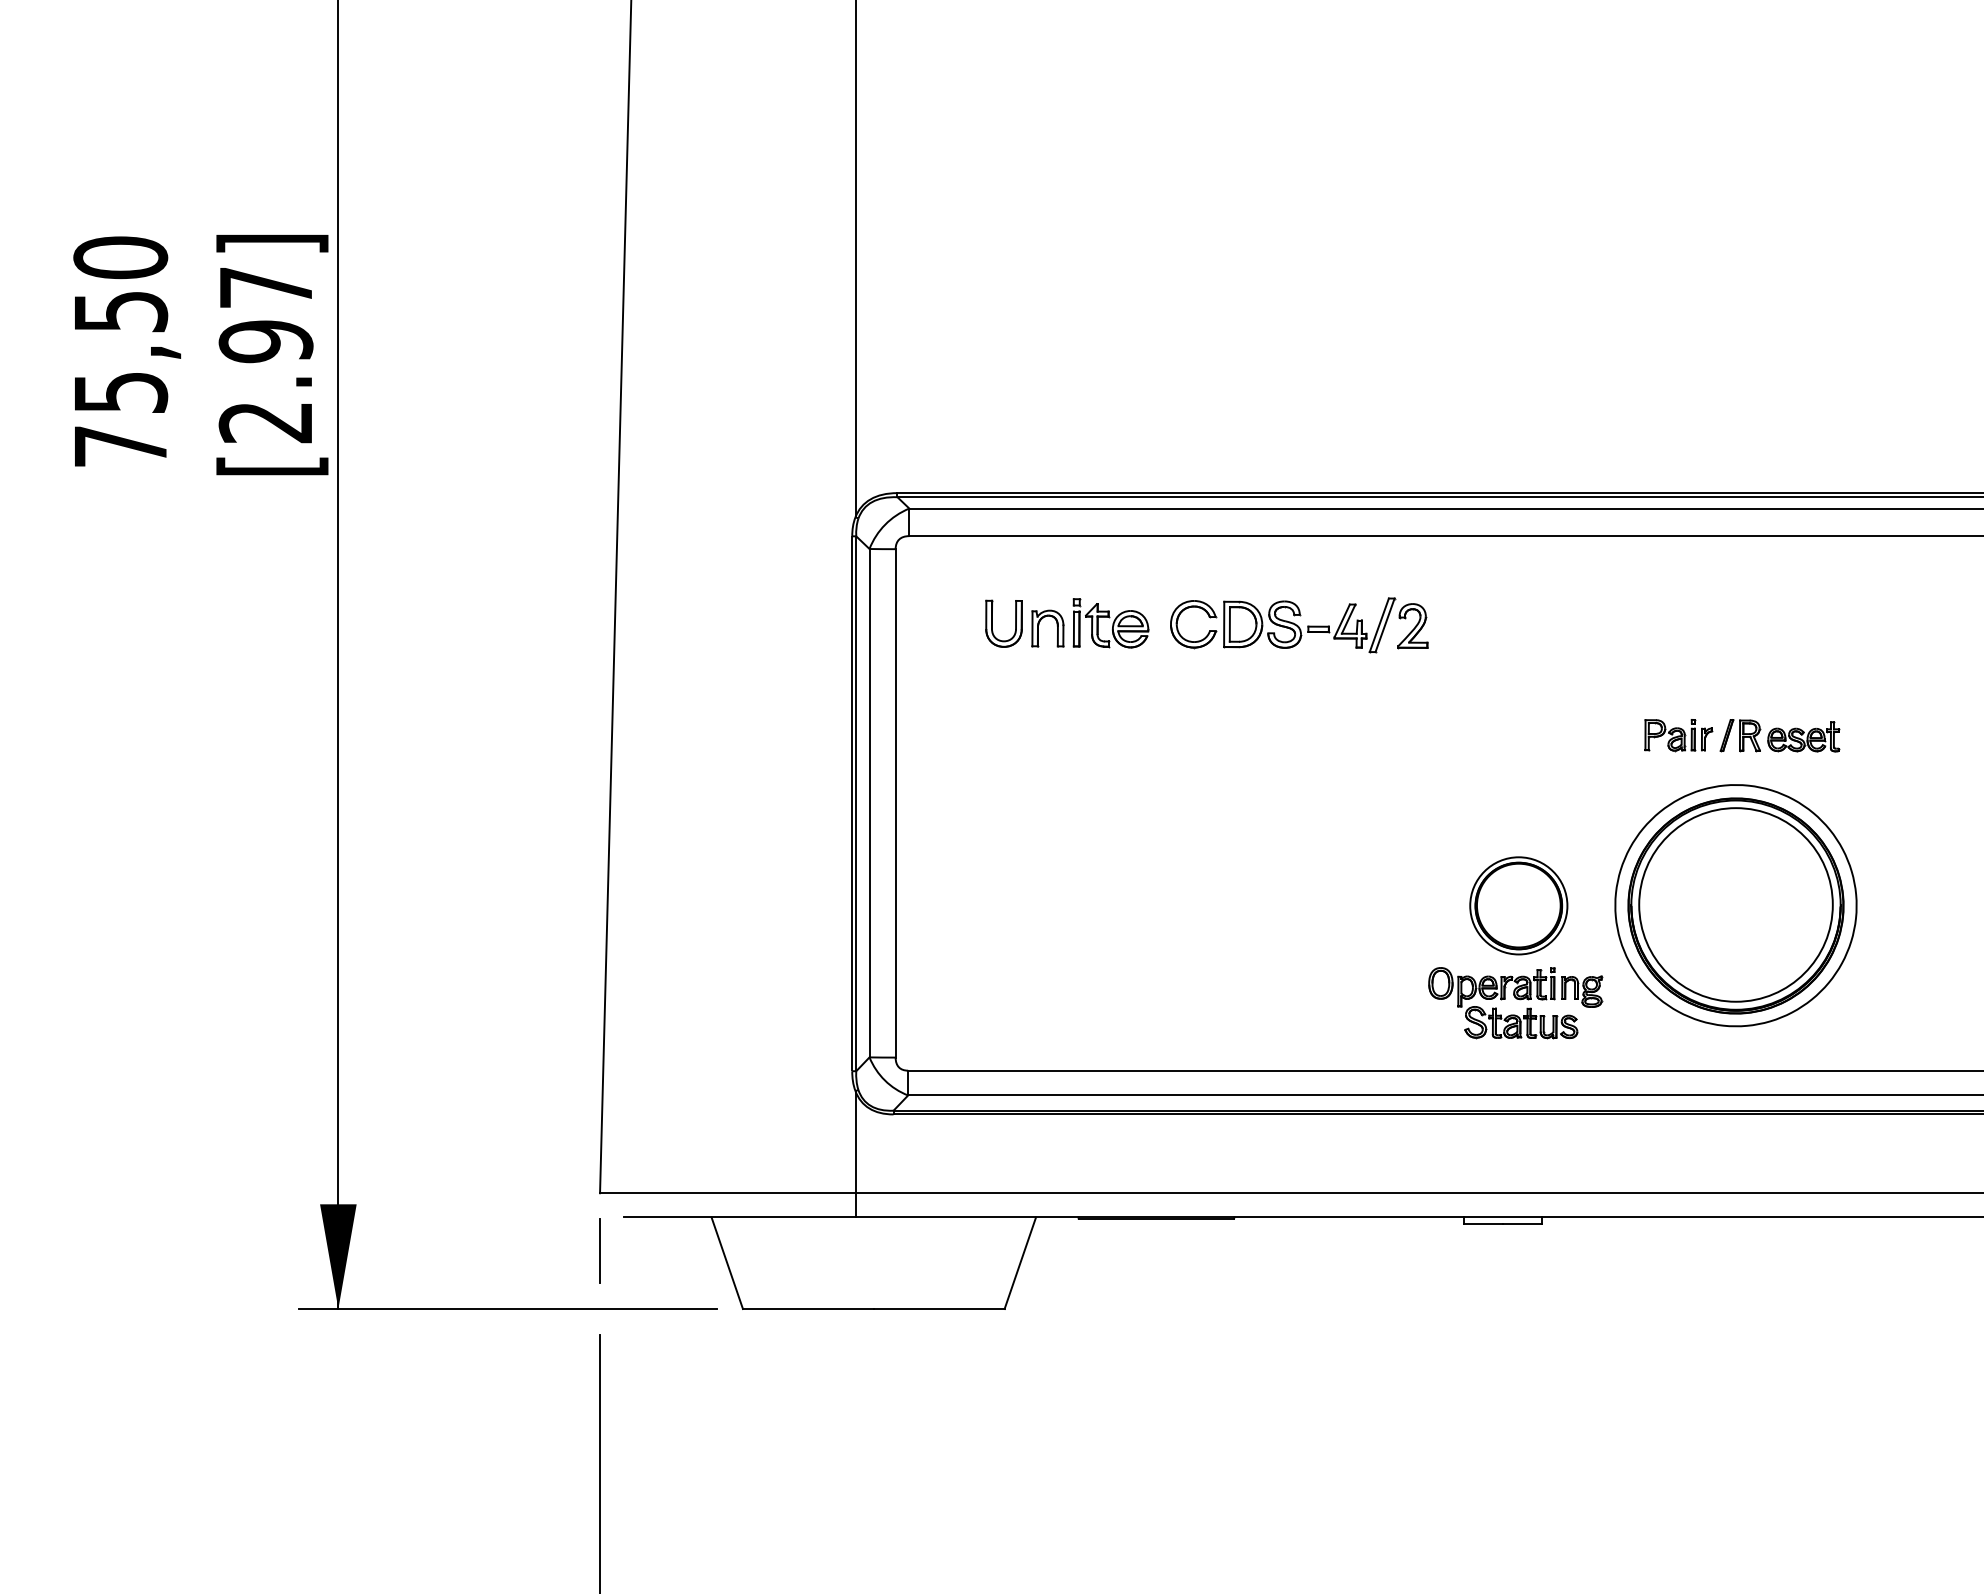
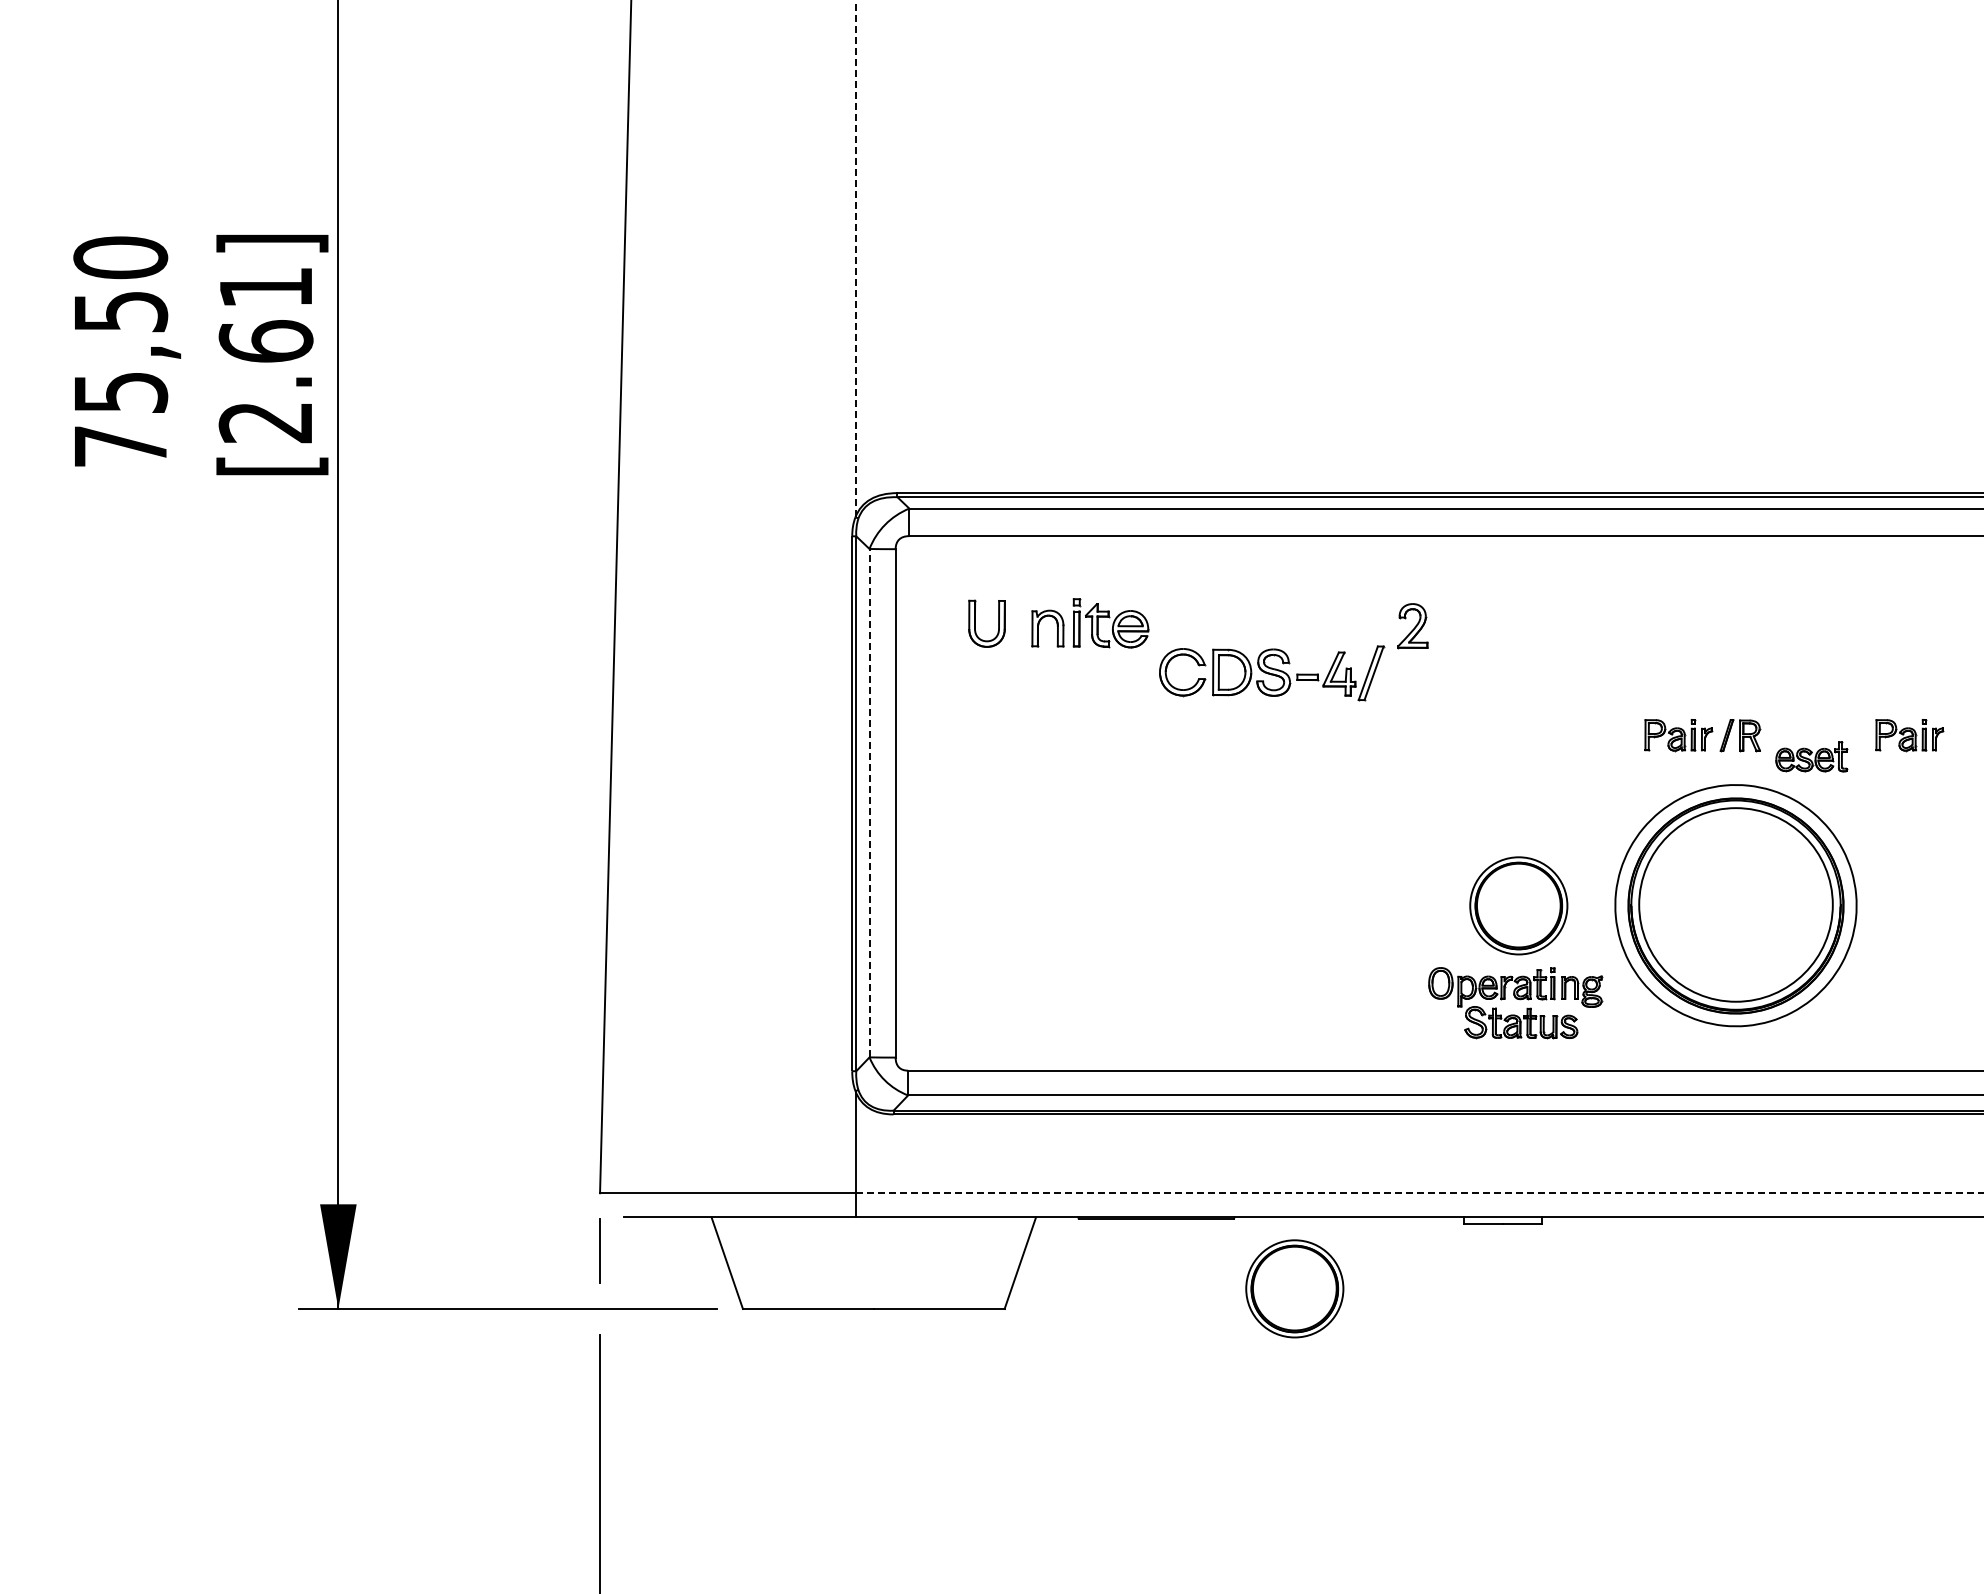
line at (855, 258): solid -> dashed
text at (265, 315): [2.97] -> [2.61]
part at (992, 623) position: (992, 623) -> (975, 623)
part at (1283, 625) position: (1283, 625) -> (1272, 673)
part at (1909, 735): none -> present
part at (1803, 736) position: (1803, 736) -> (1811, 756)
line at (869, 802): solid -> dashed
line at (1419, 1193): solid -> dashed
part at (1294, 1288): none -> present
